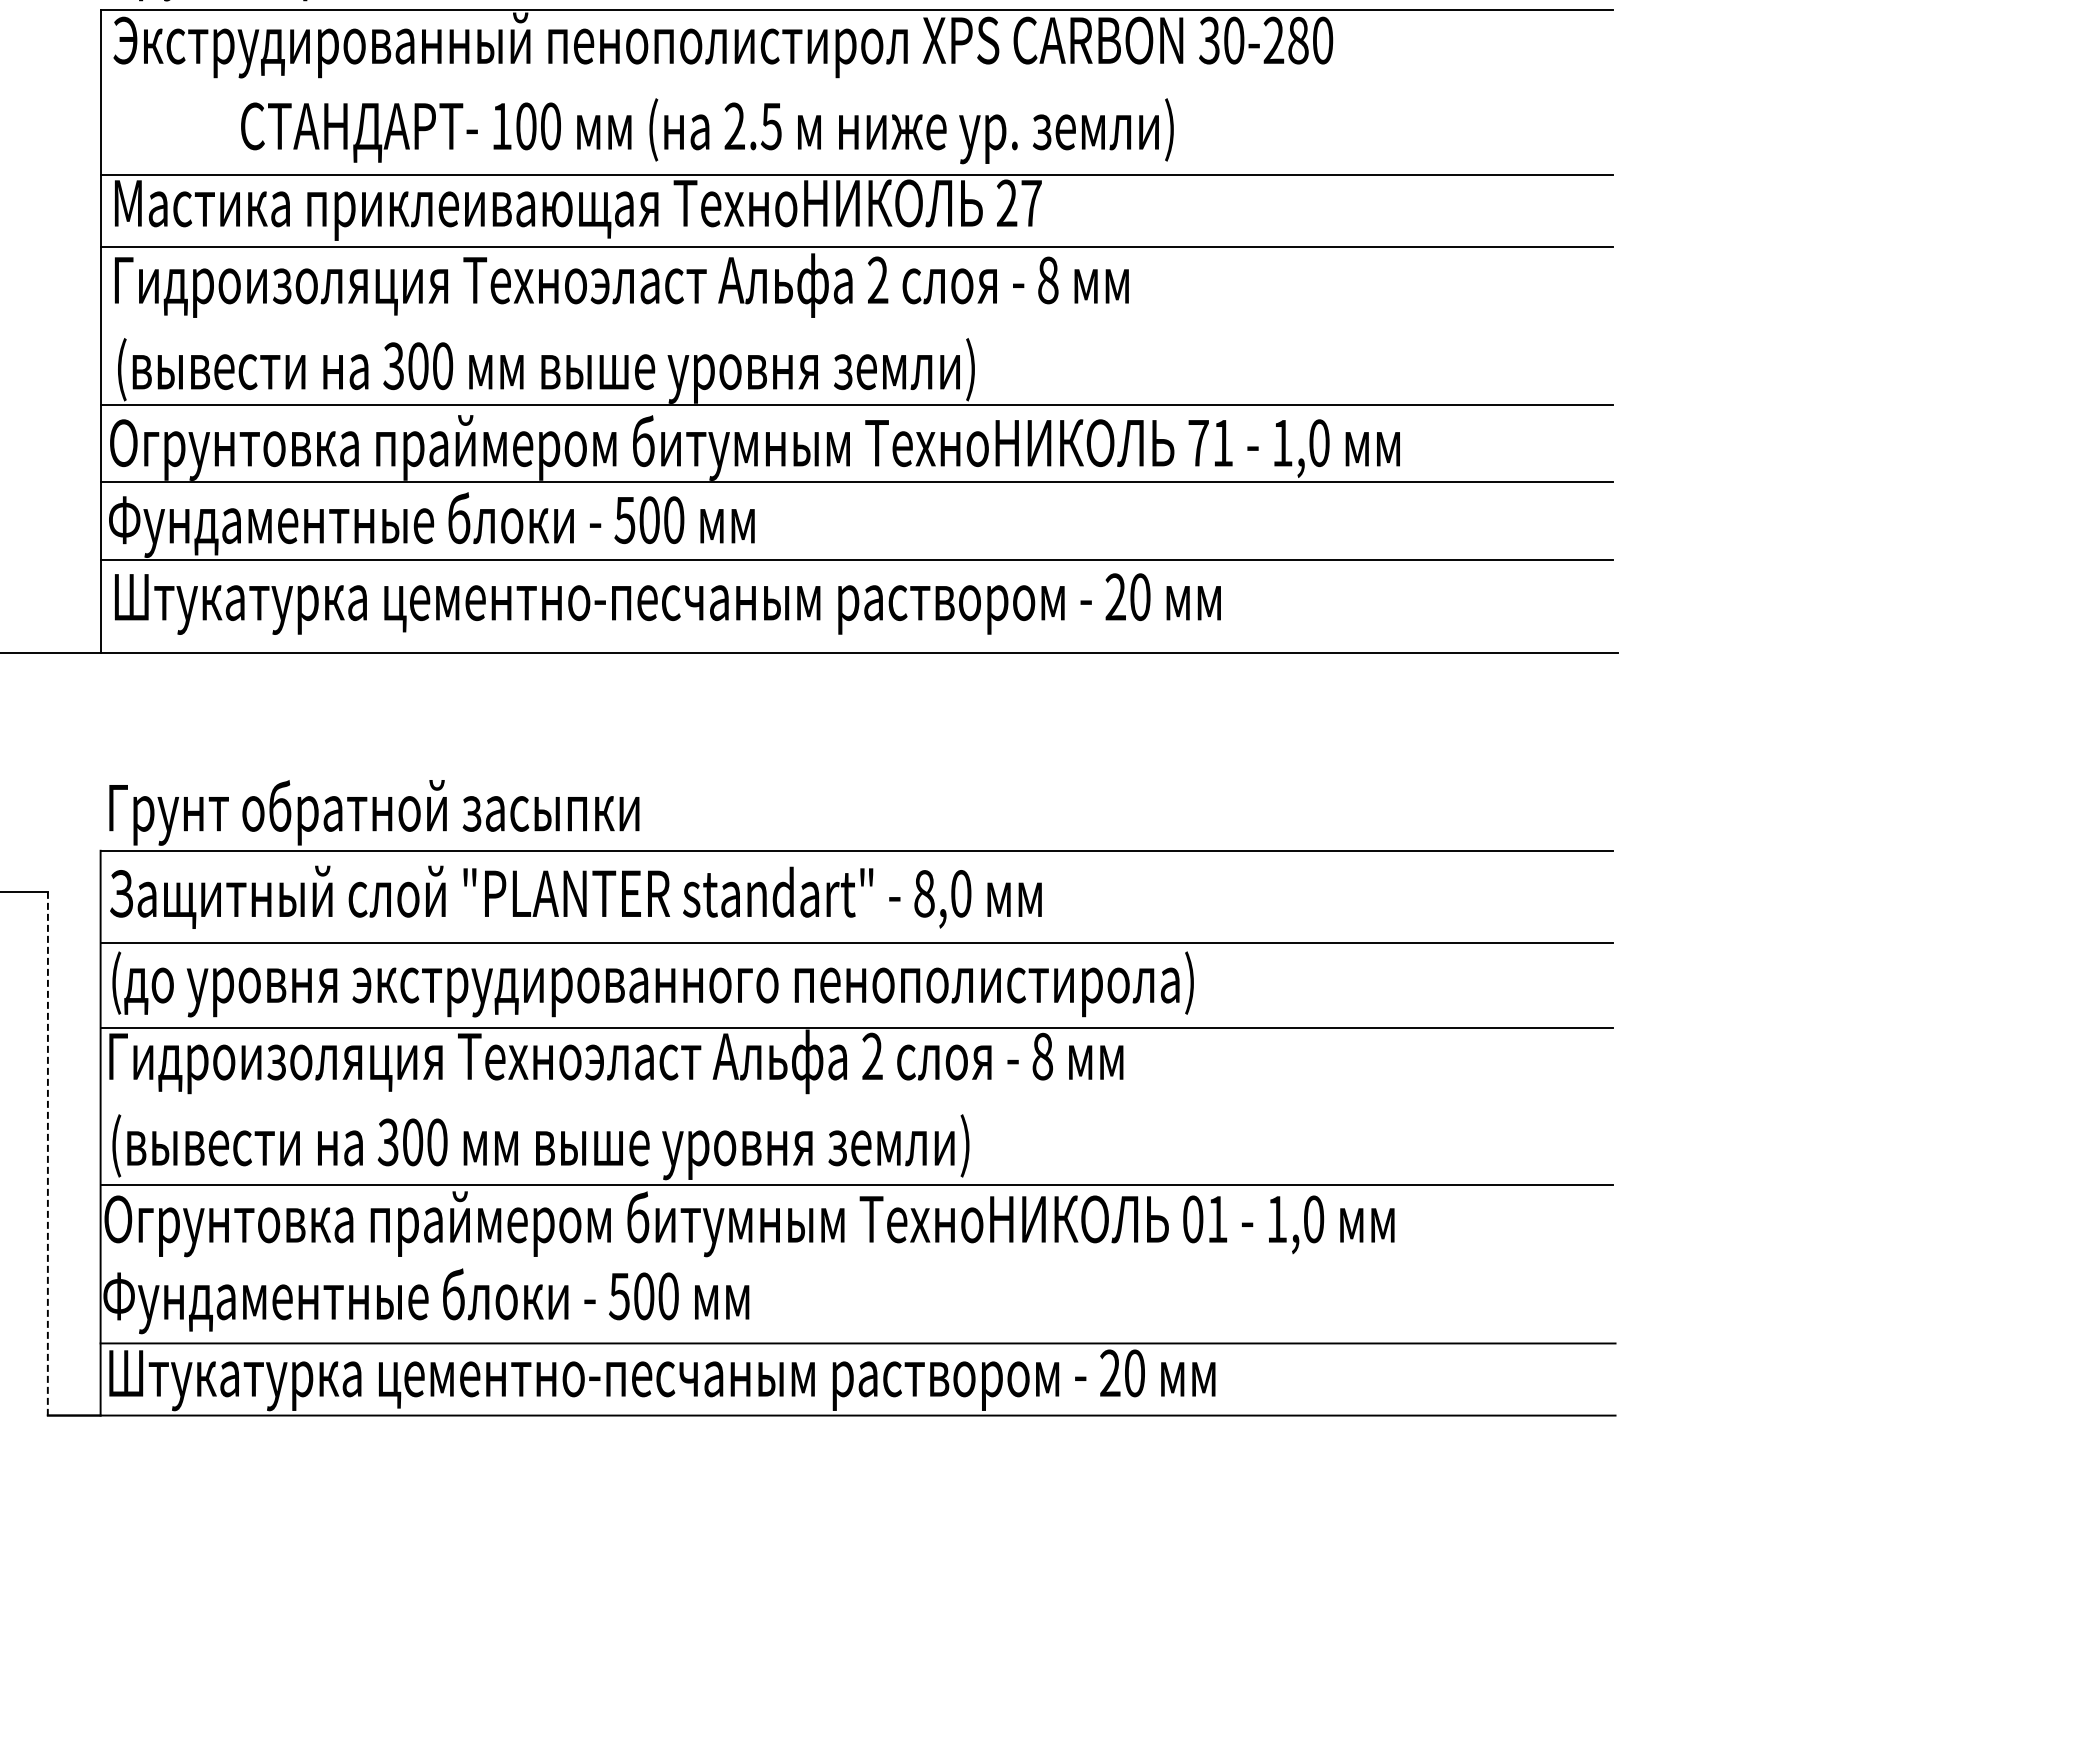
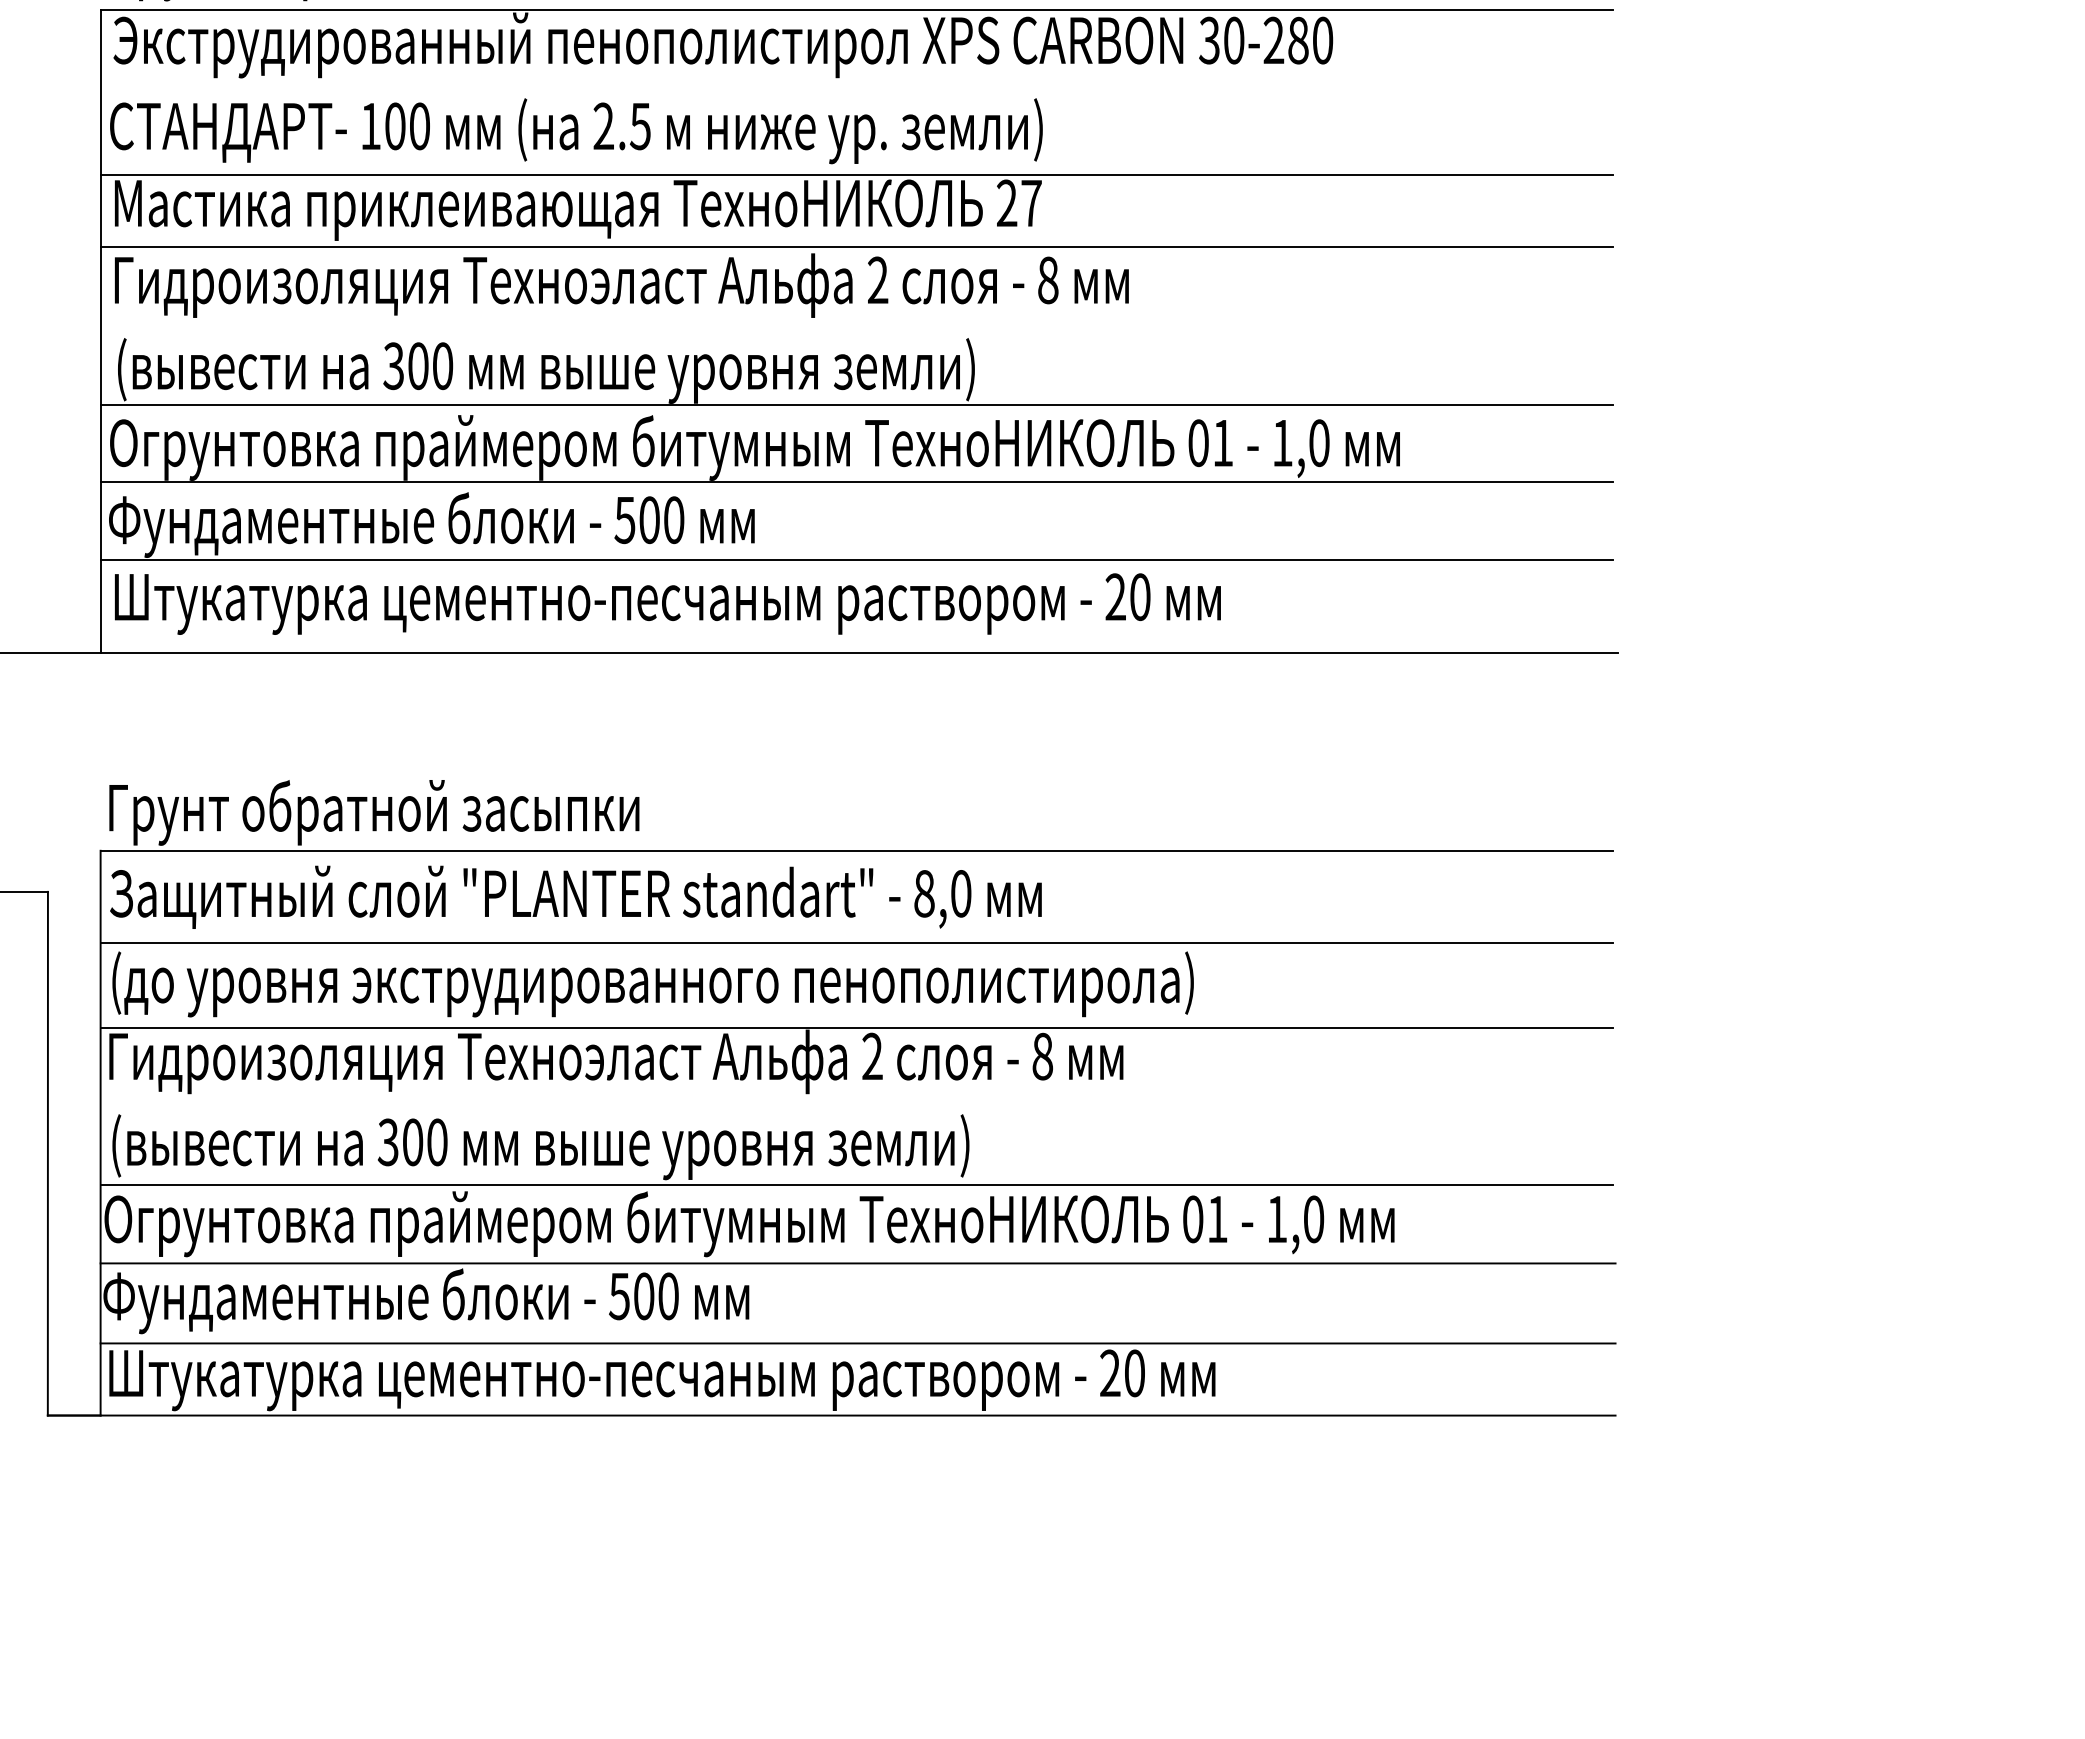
text at (707, 131) position: (707, 131) -> (576, 131)
text at (1198, 443): 71 -> 01
line at (47, 1153): dashed -> solid
line at (857, 1263): none -> present
